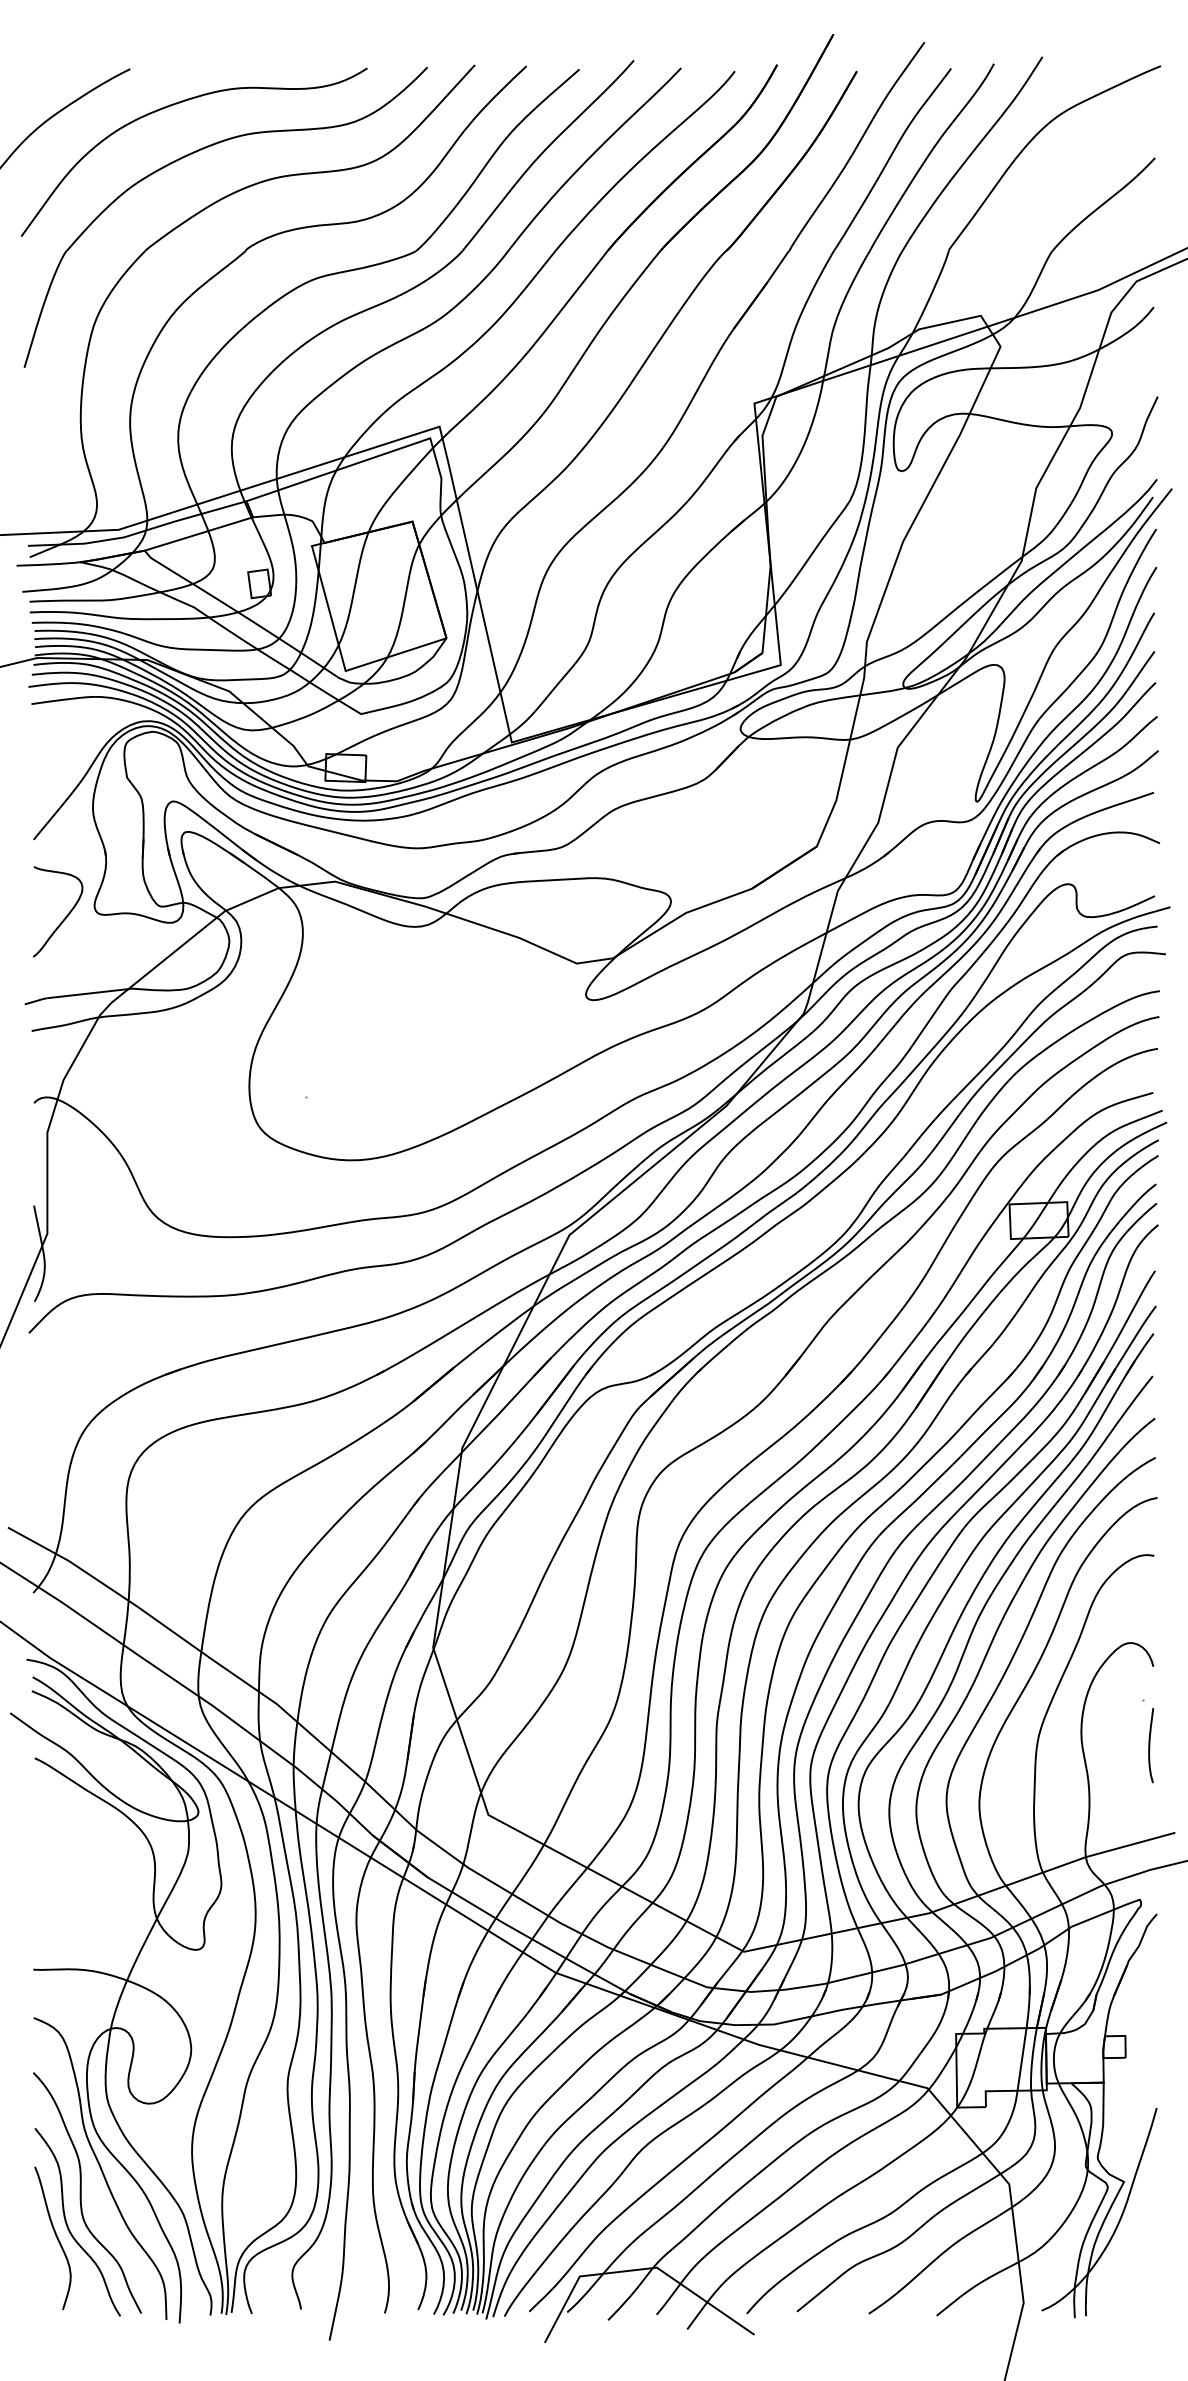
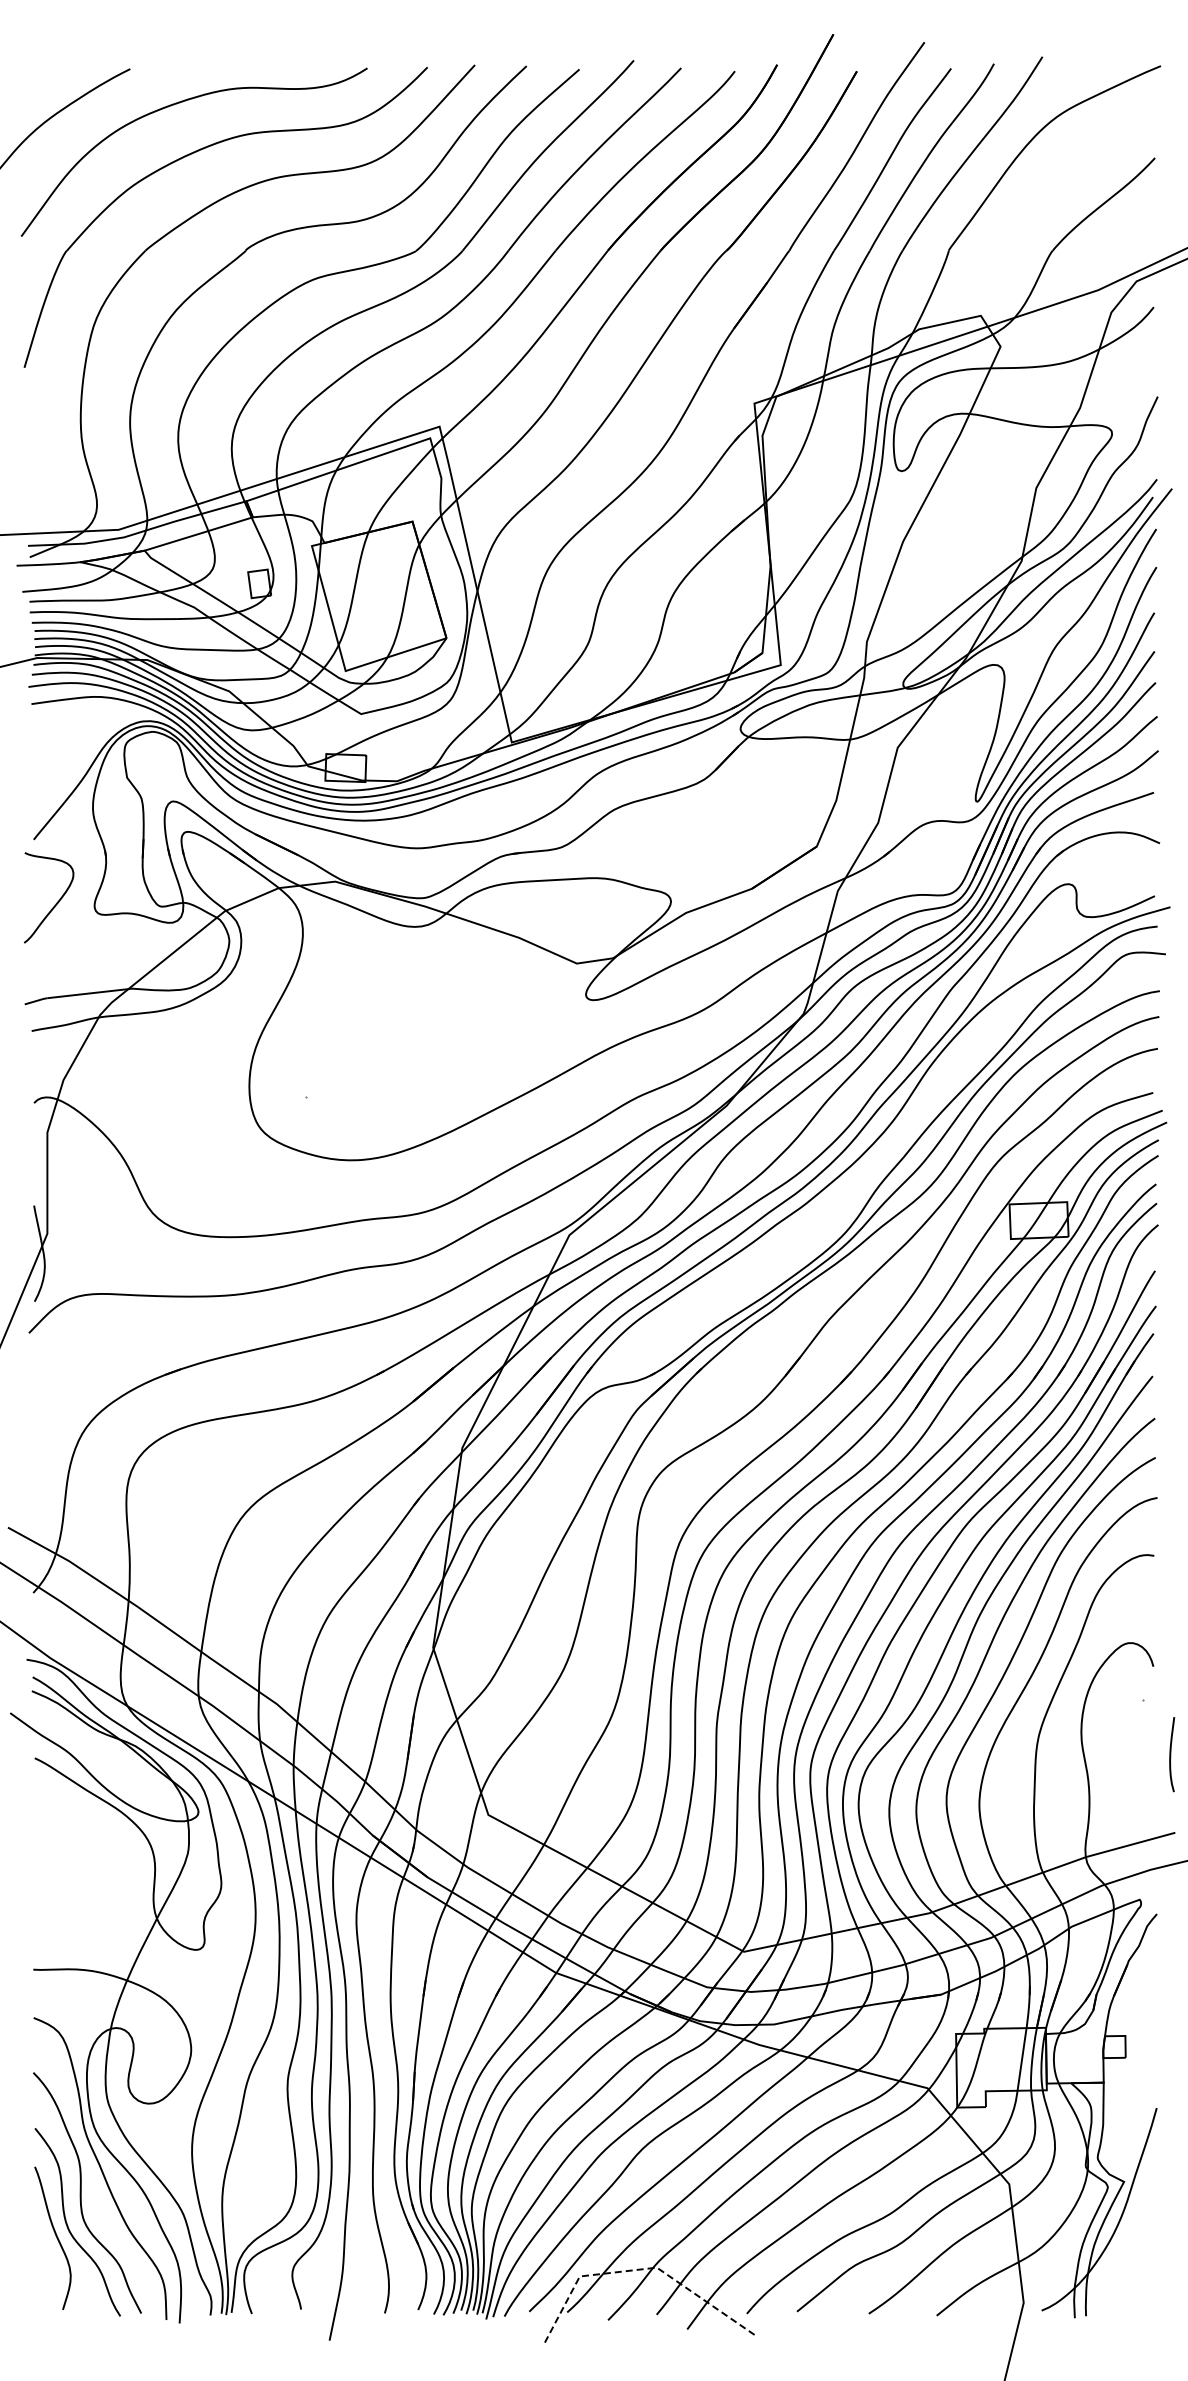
curve at (65, 916) position: (65, 916) -> (56, 902)
curve at (1150, 1745) position: (1150, 1745) -> (1171, 1754)
line at (639, 2269): solid -> dashed
